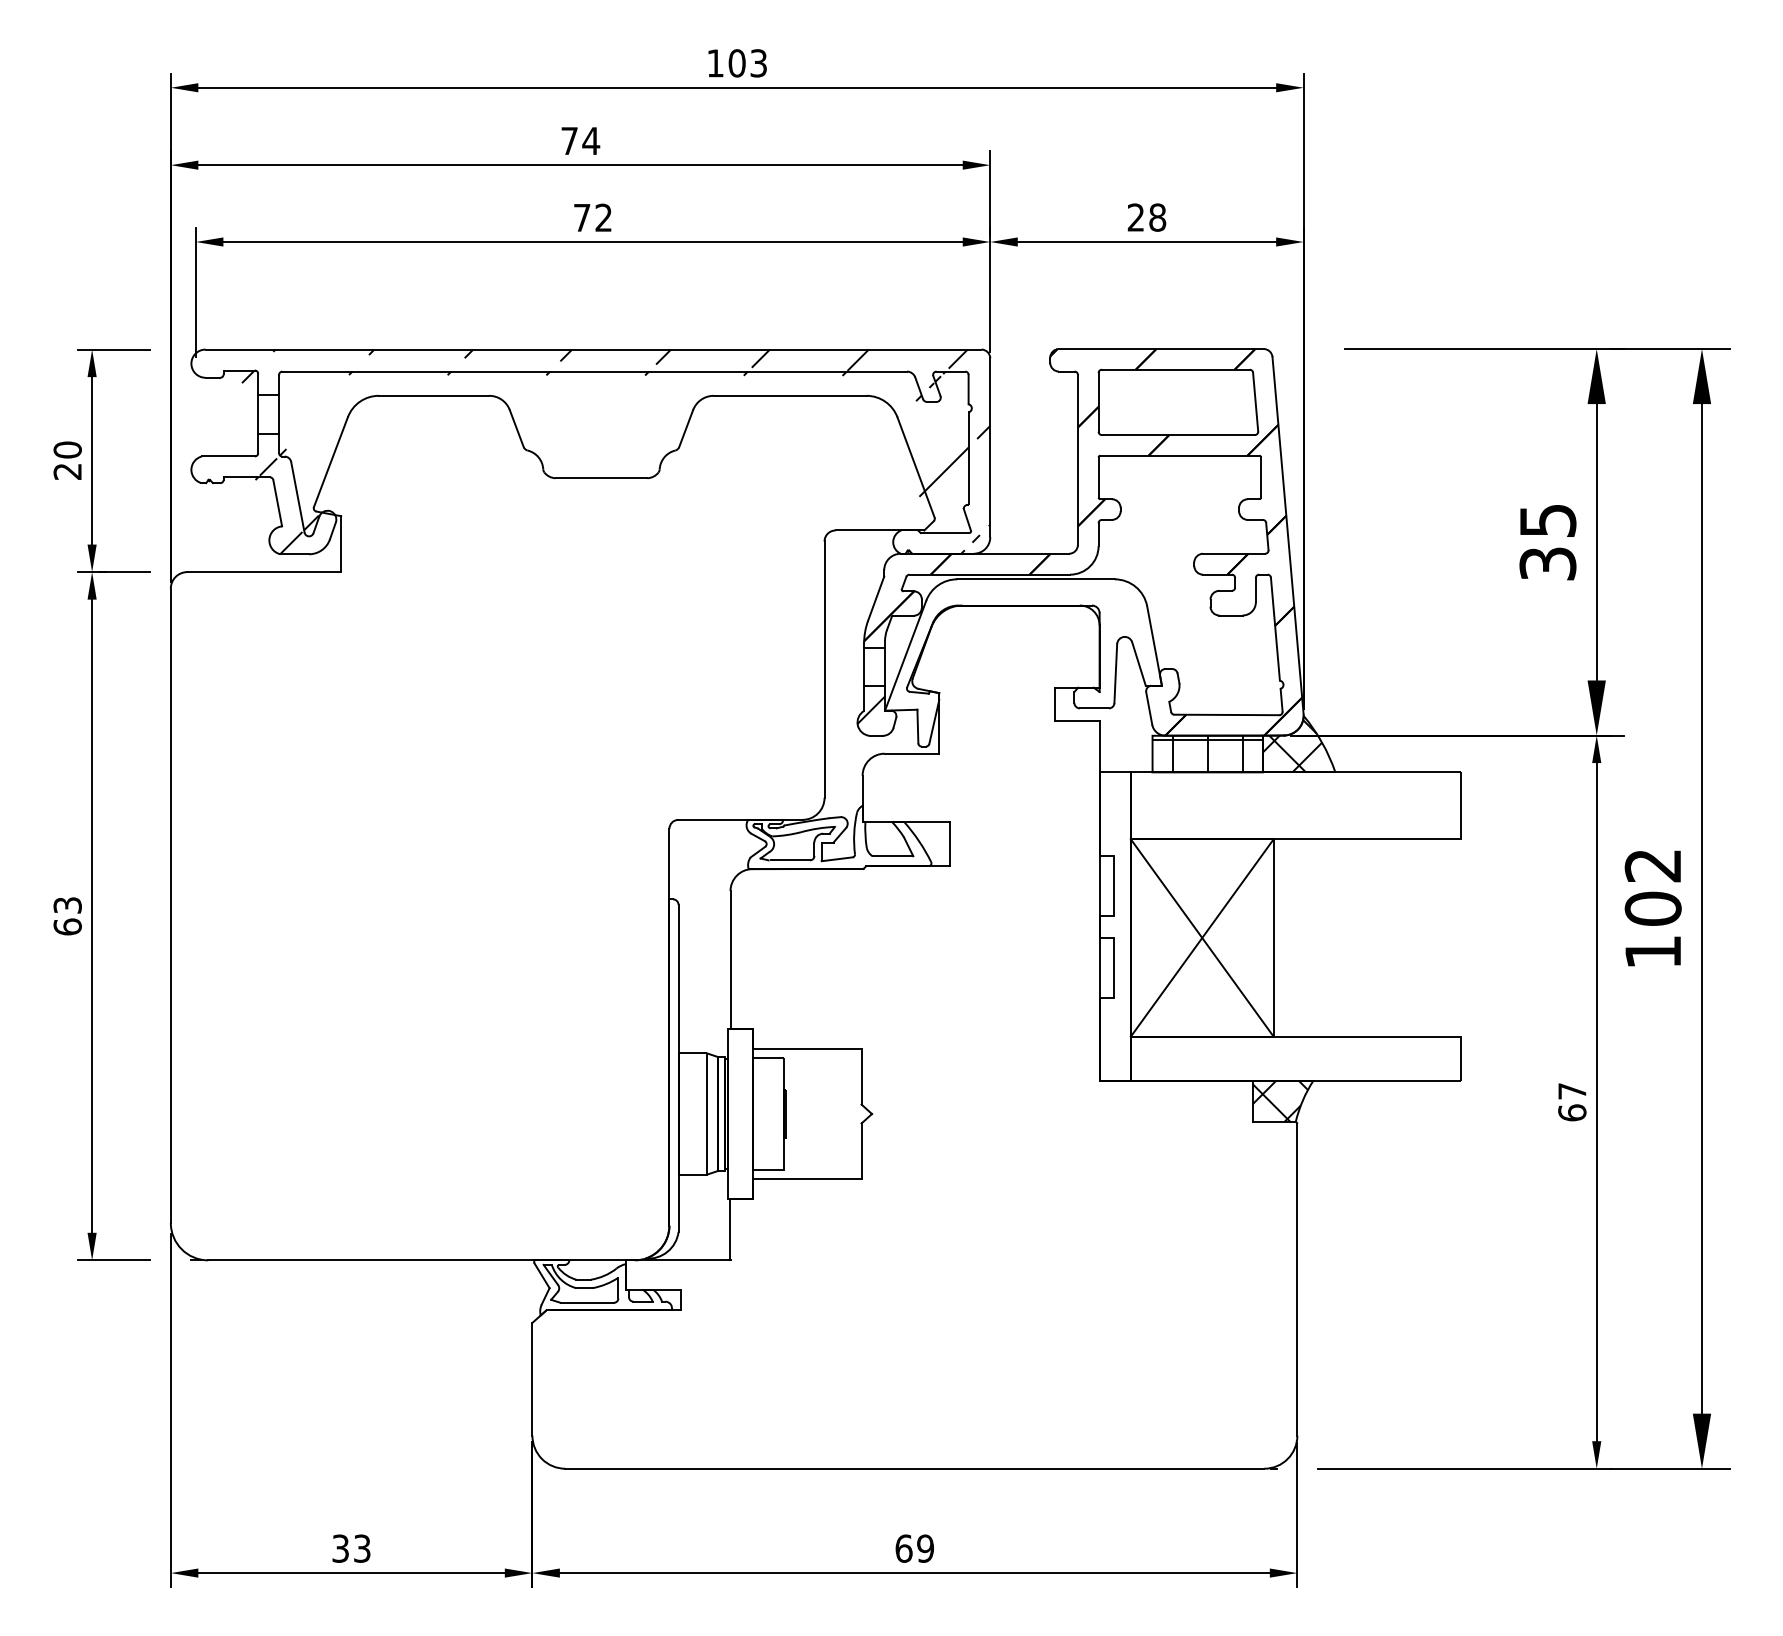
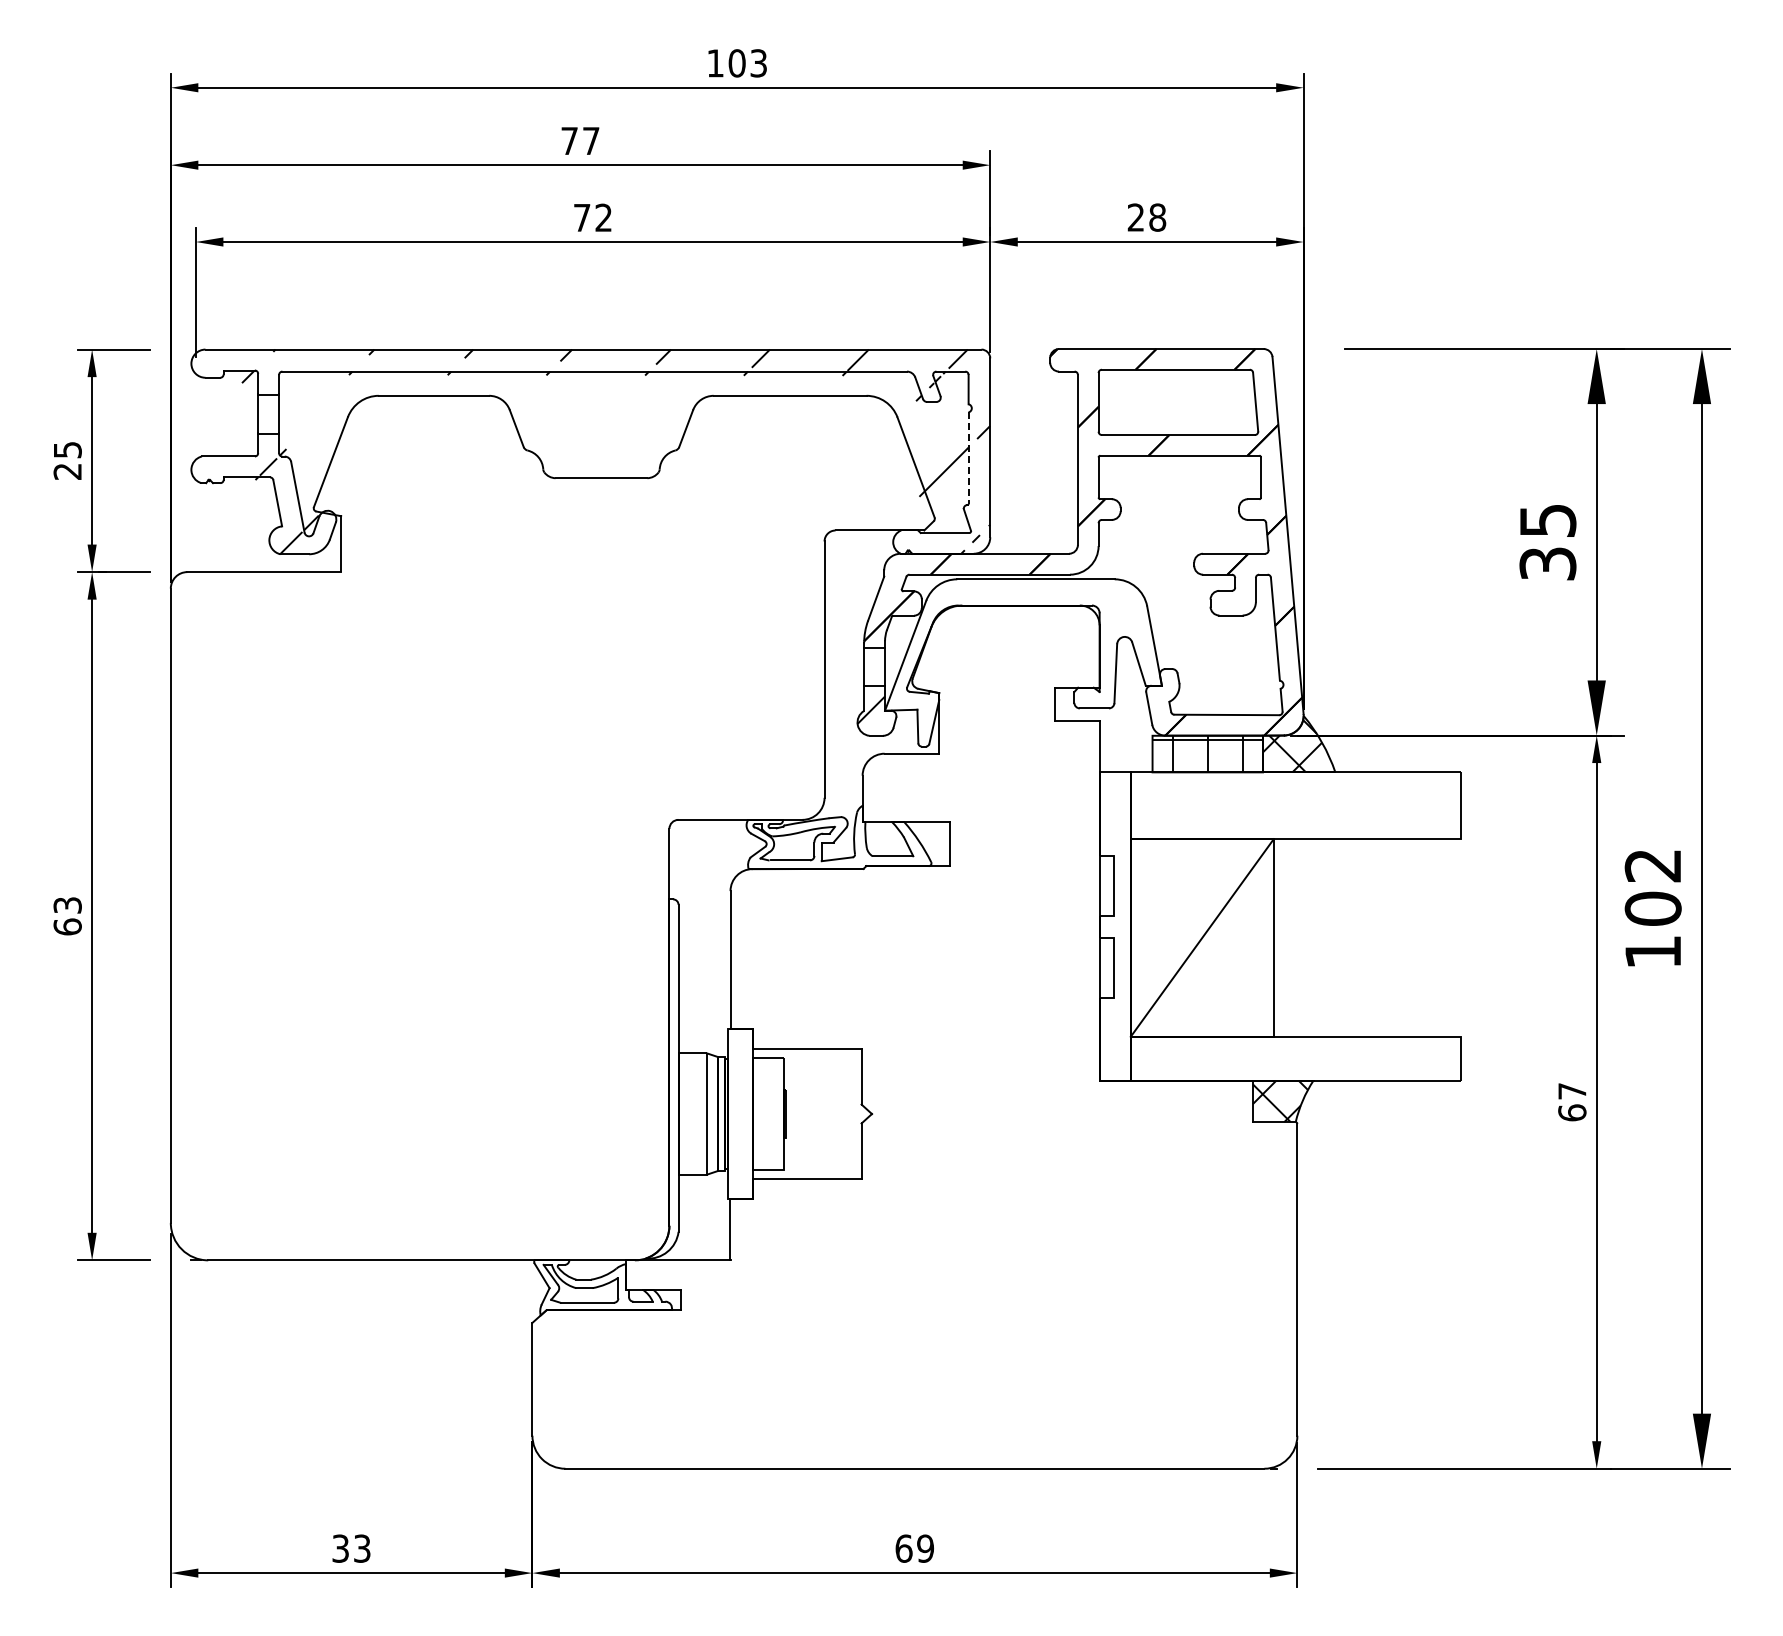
text at (591, 140): 74 -> 77
text at (67, 449): 20 -> 25
line at (968, 458): solid -> dashed
line at (1201, 937): present -> none
